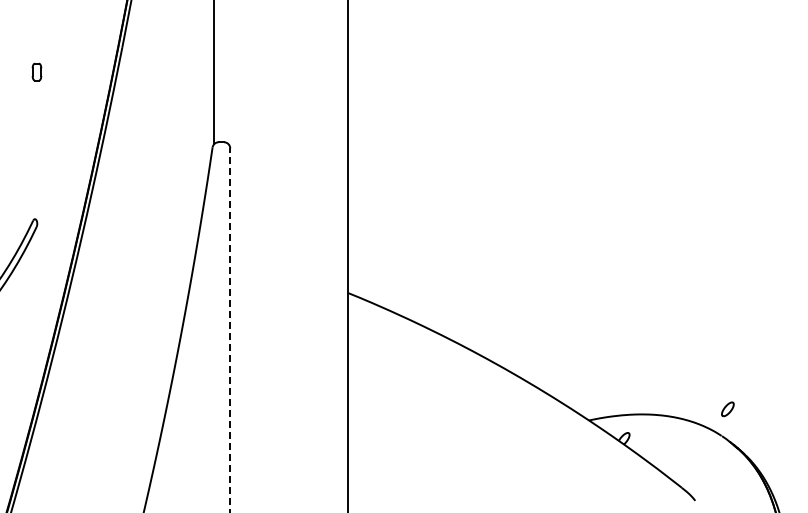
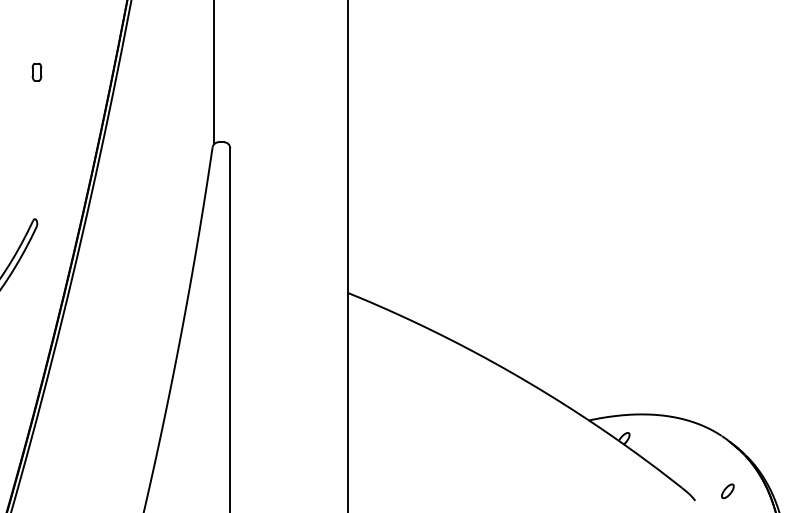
line at (230, 330): dashed -> solid
part at (727, 409) position: (727, 409) -> (727, 491)
